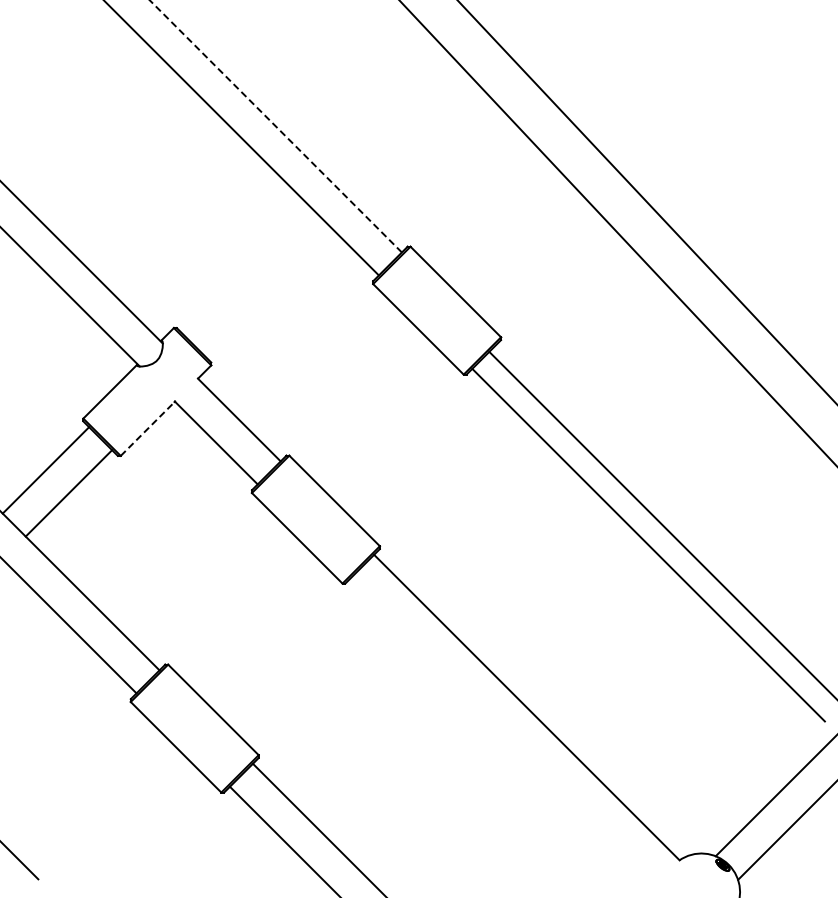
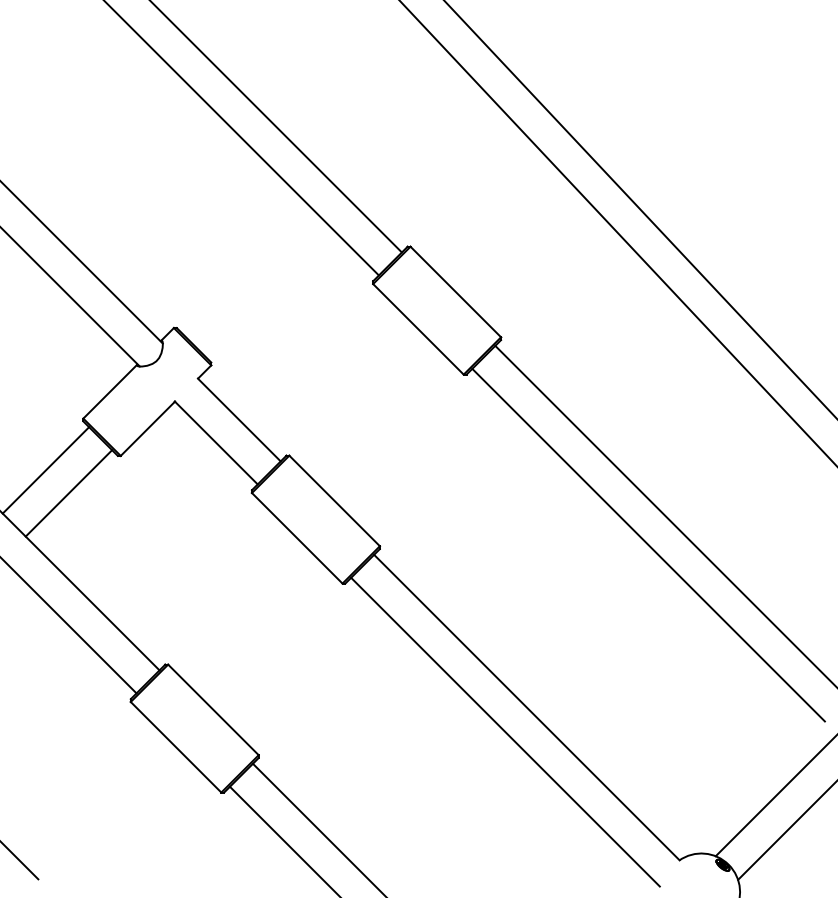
line at (275, 125): dashed -> solid
line at (646, 201) position: (646, 201) -> (640, 209)
line at (148, 428): dashed -> solid
line at (661, 523) position: (661, 523) -> (664, 515)
line at (505, 731): none -> present
